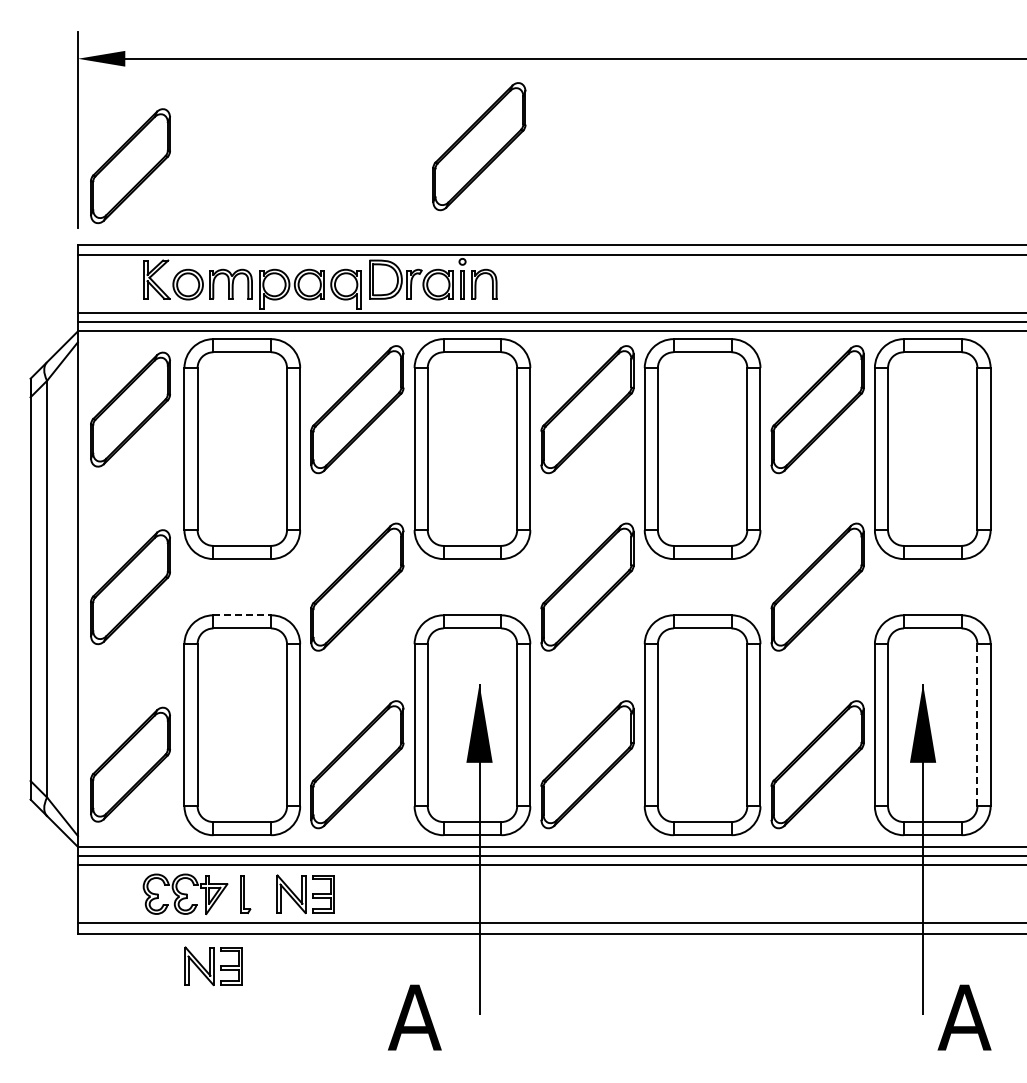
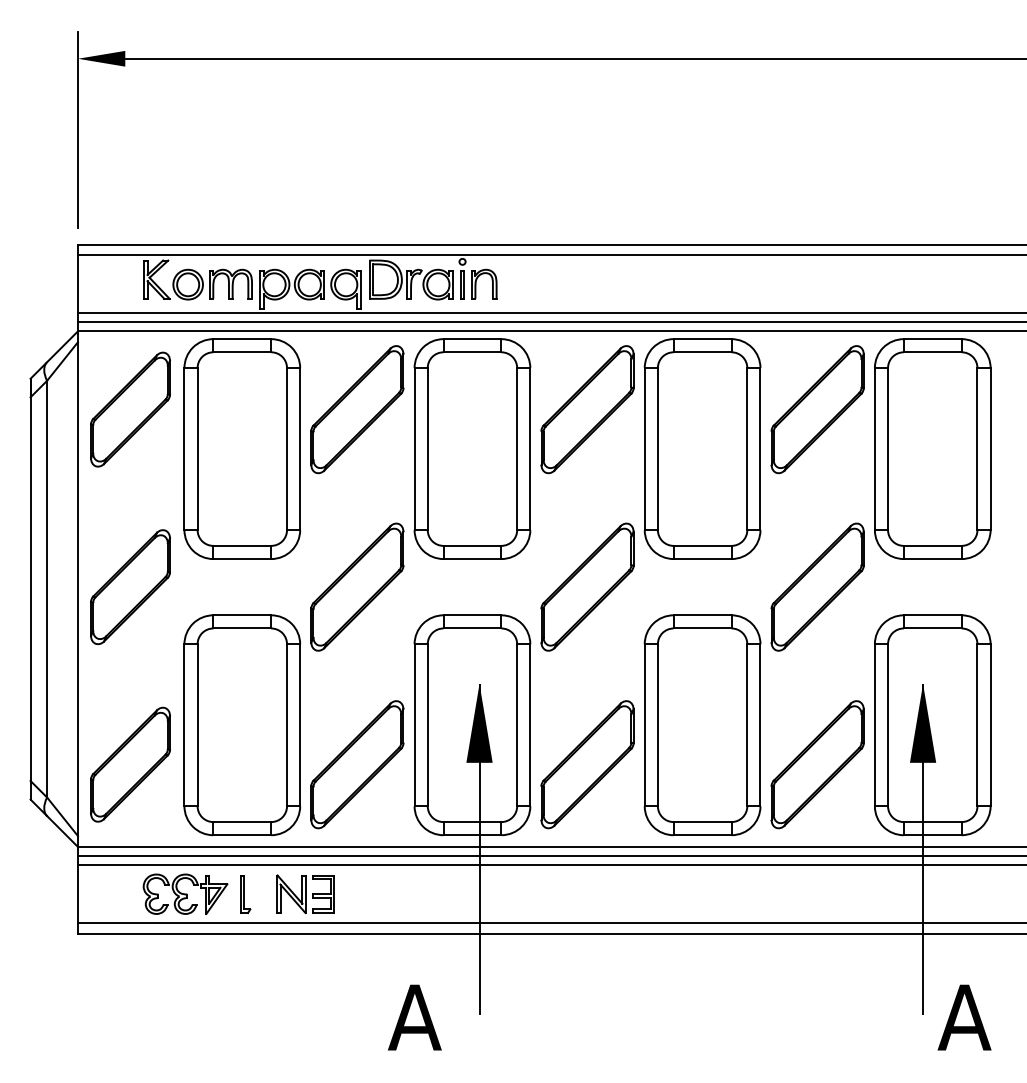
part at (479, 146): present -> none
part at (130, 166): present -> none
line at (242, 615): dashed -> solid
line at (977, 724): dashed -> solid
part at (213, 966): present -> none
